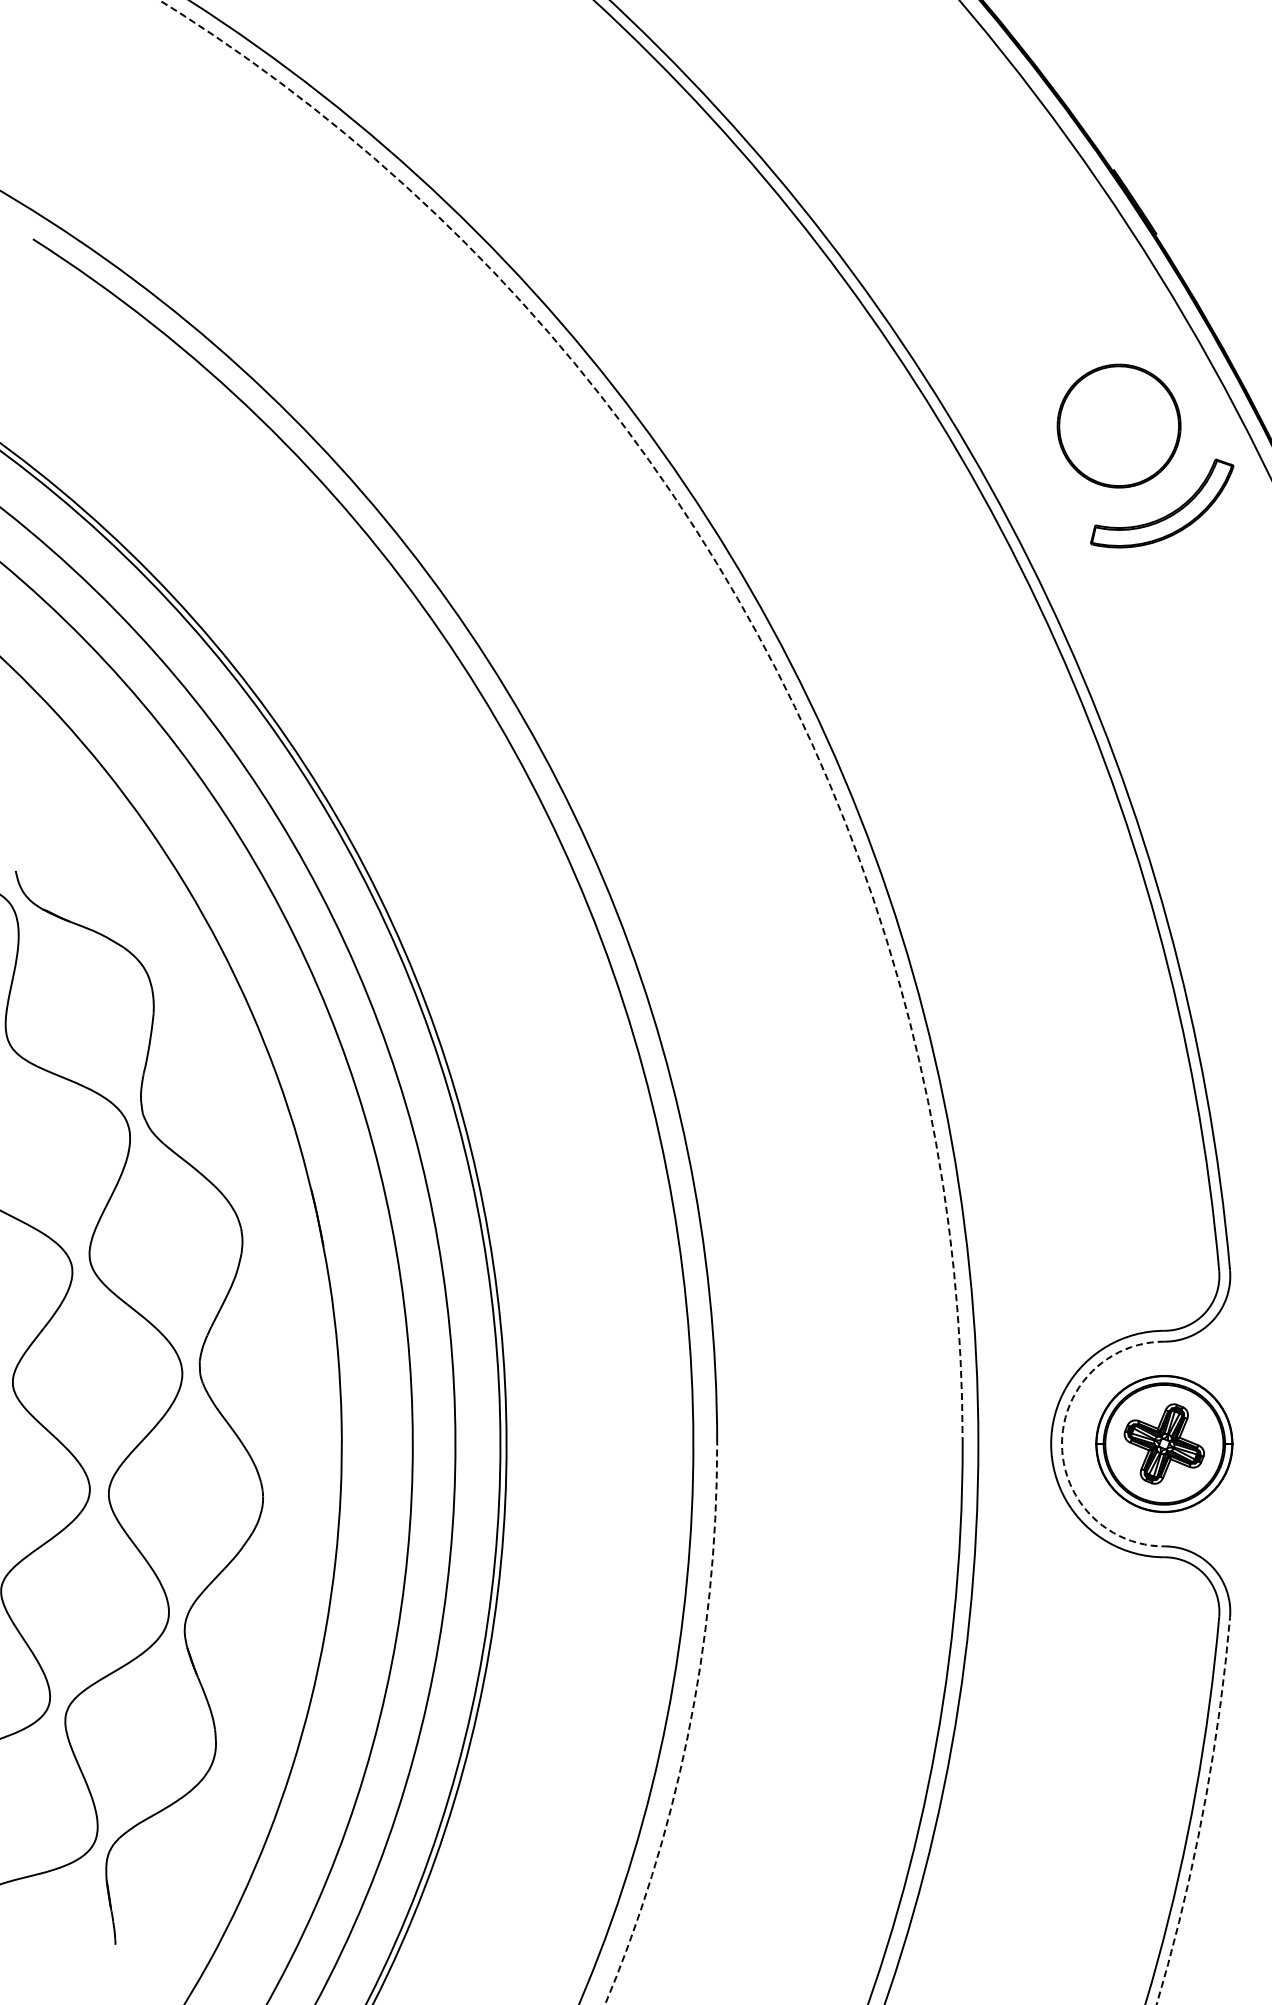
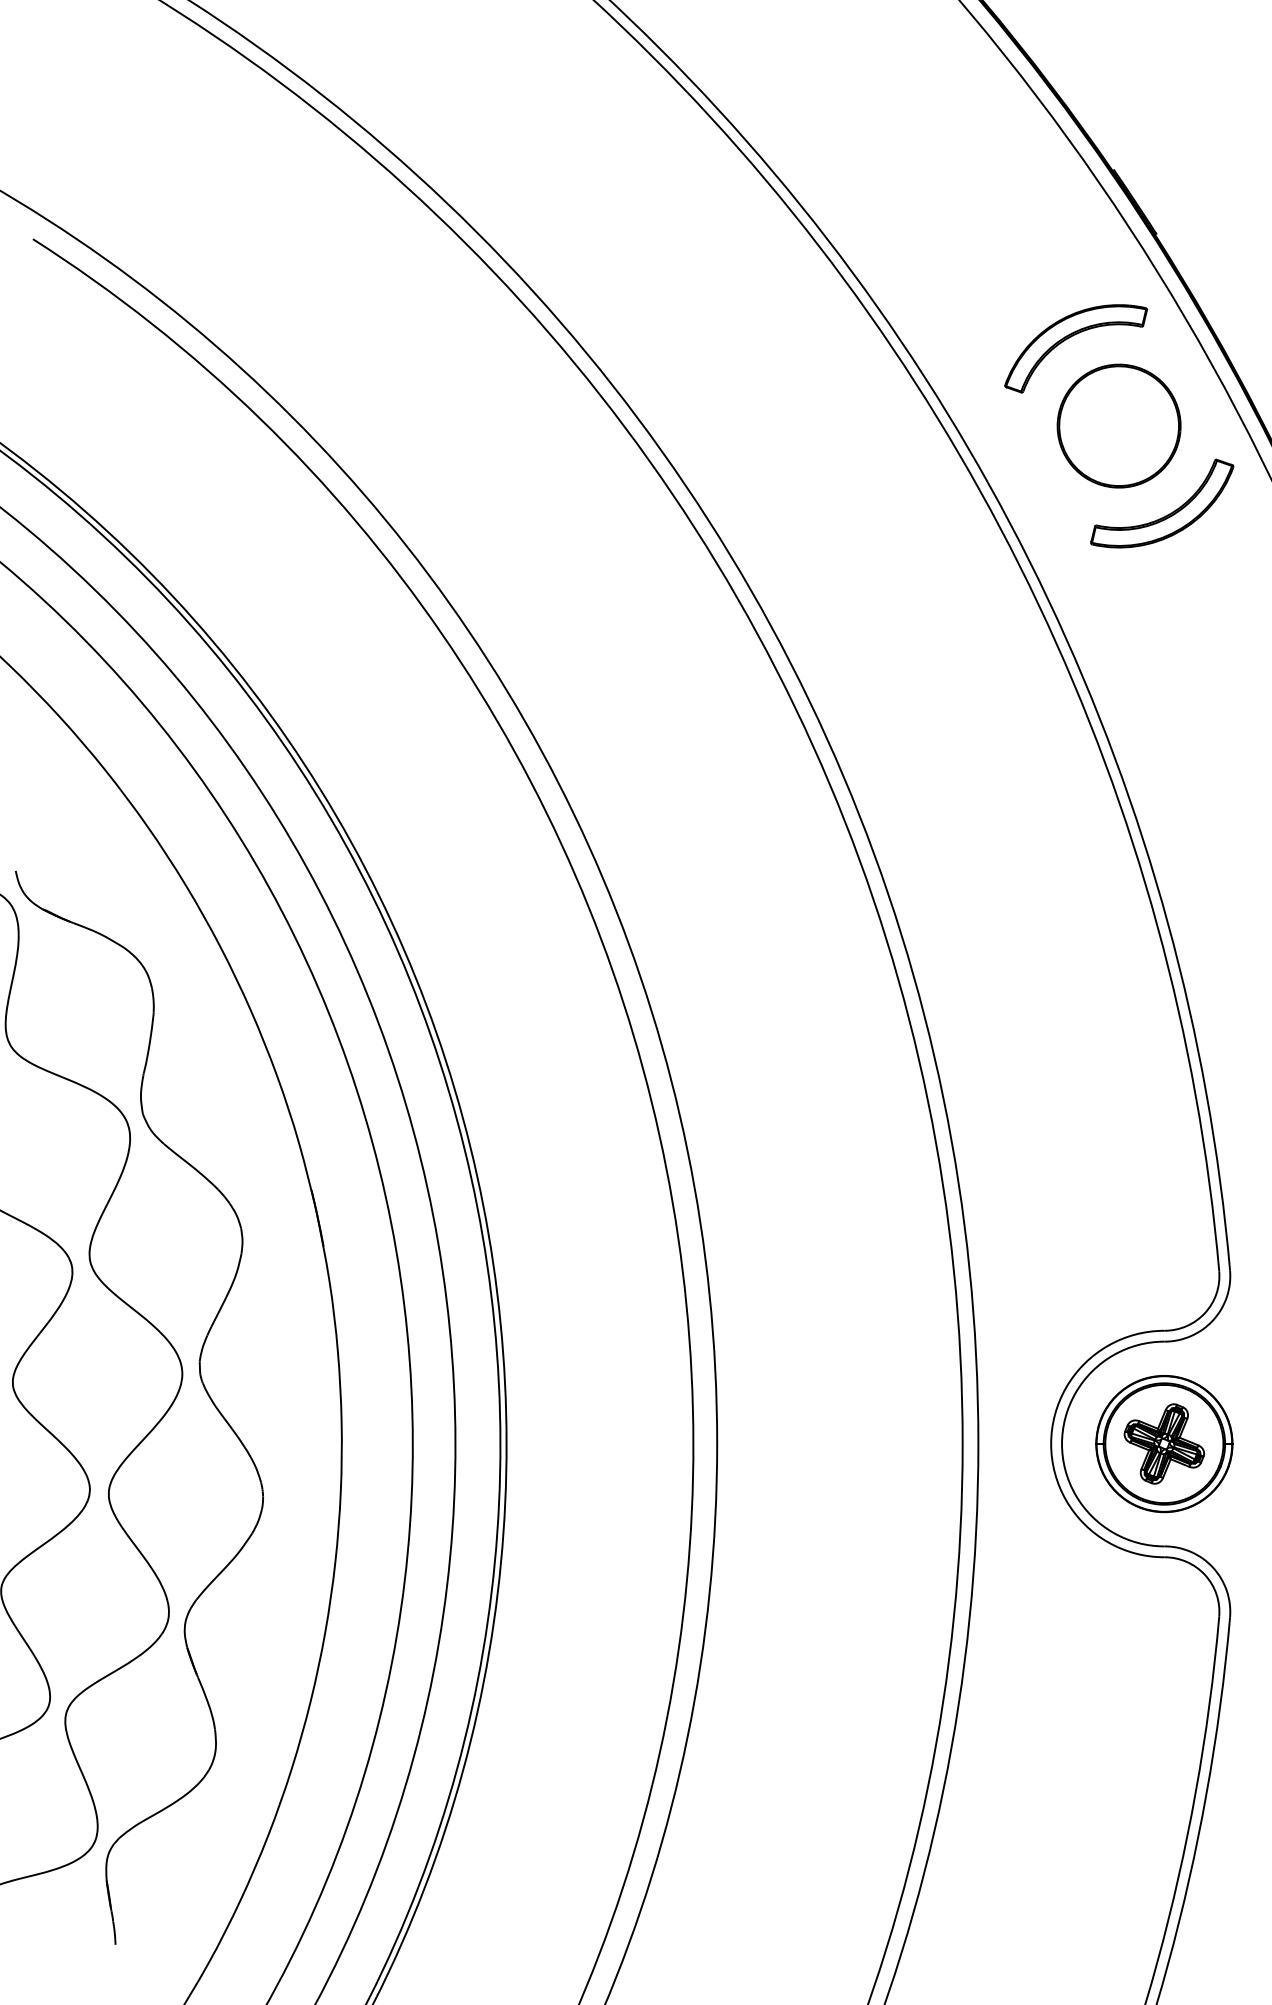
part at (1069, 338): none -> present
arc at (749, 619): dashed -> solid
arc at (1062, 1444): dashed -> solid
arc at (688, 1730): dashed -> solid
arc at (1203, 1812): dashed -> solid
